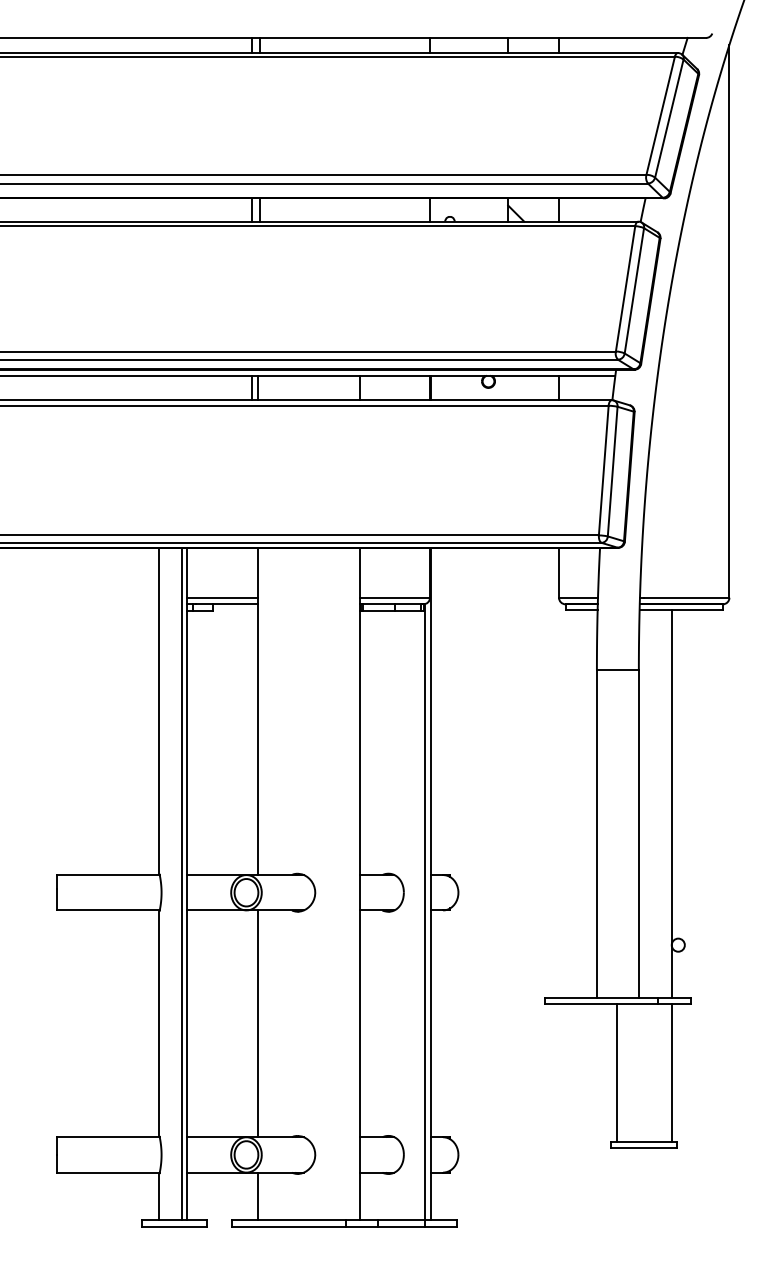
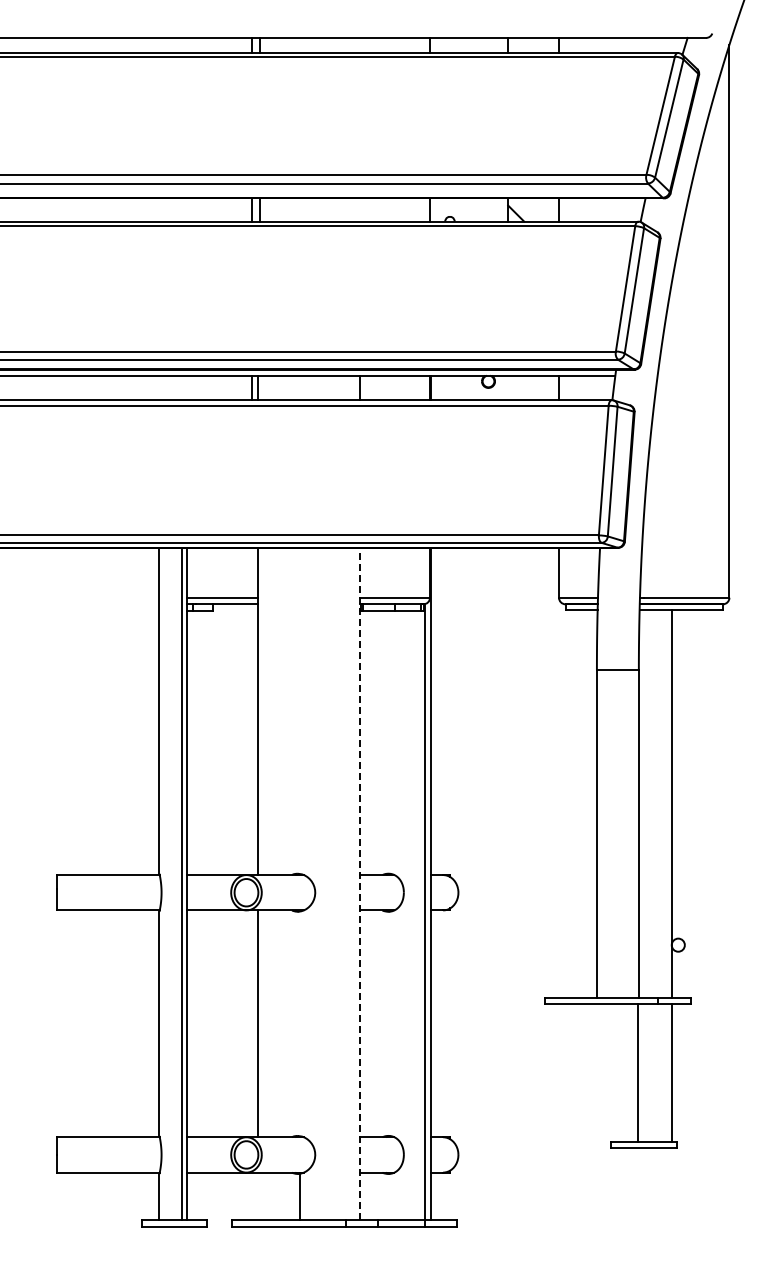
line at (360, 883): solid -> dashed
line at (616, 1072) position: (616, 1072) -> (637, 1072)
line at (258, 1196) position: (258, 1196) -> (300, 1196)
